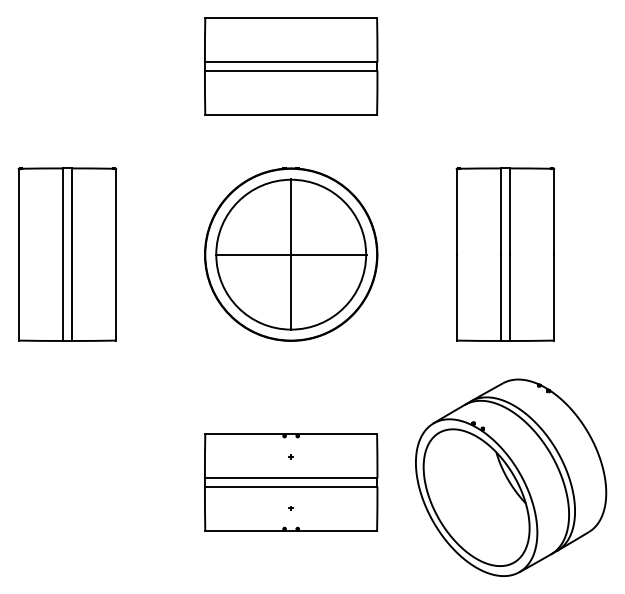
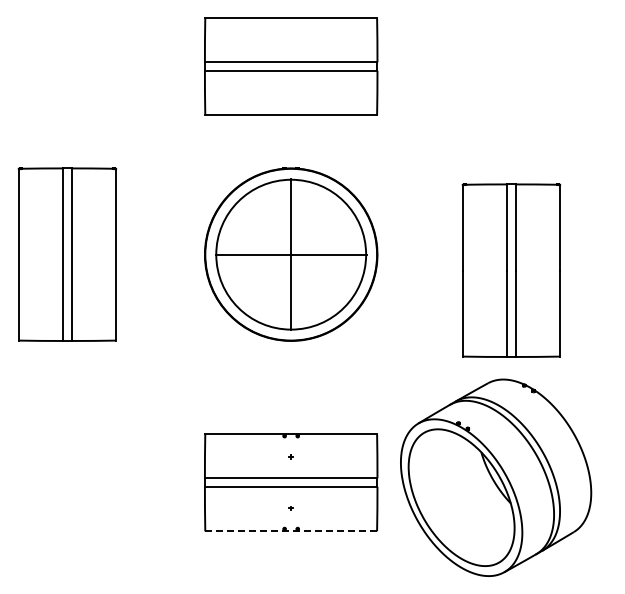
part at (505, 254) position: (505, 254) -> (511, 270)
part at (511, 477) position: (511, 477) -> (496, 477)
line at (291, 531): solid -> dashed
